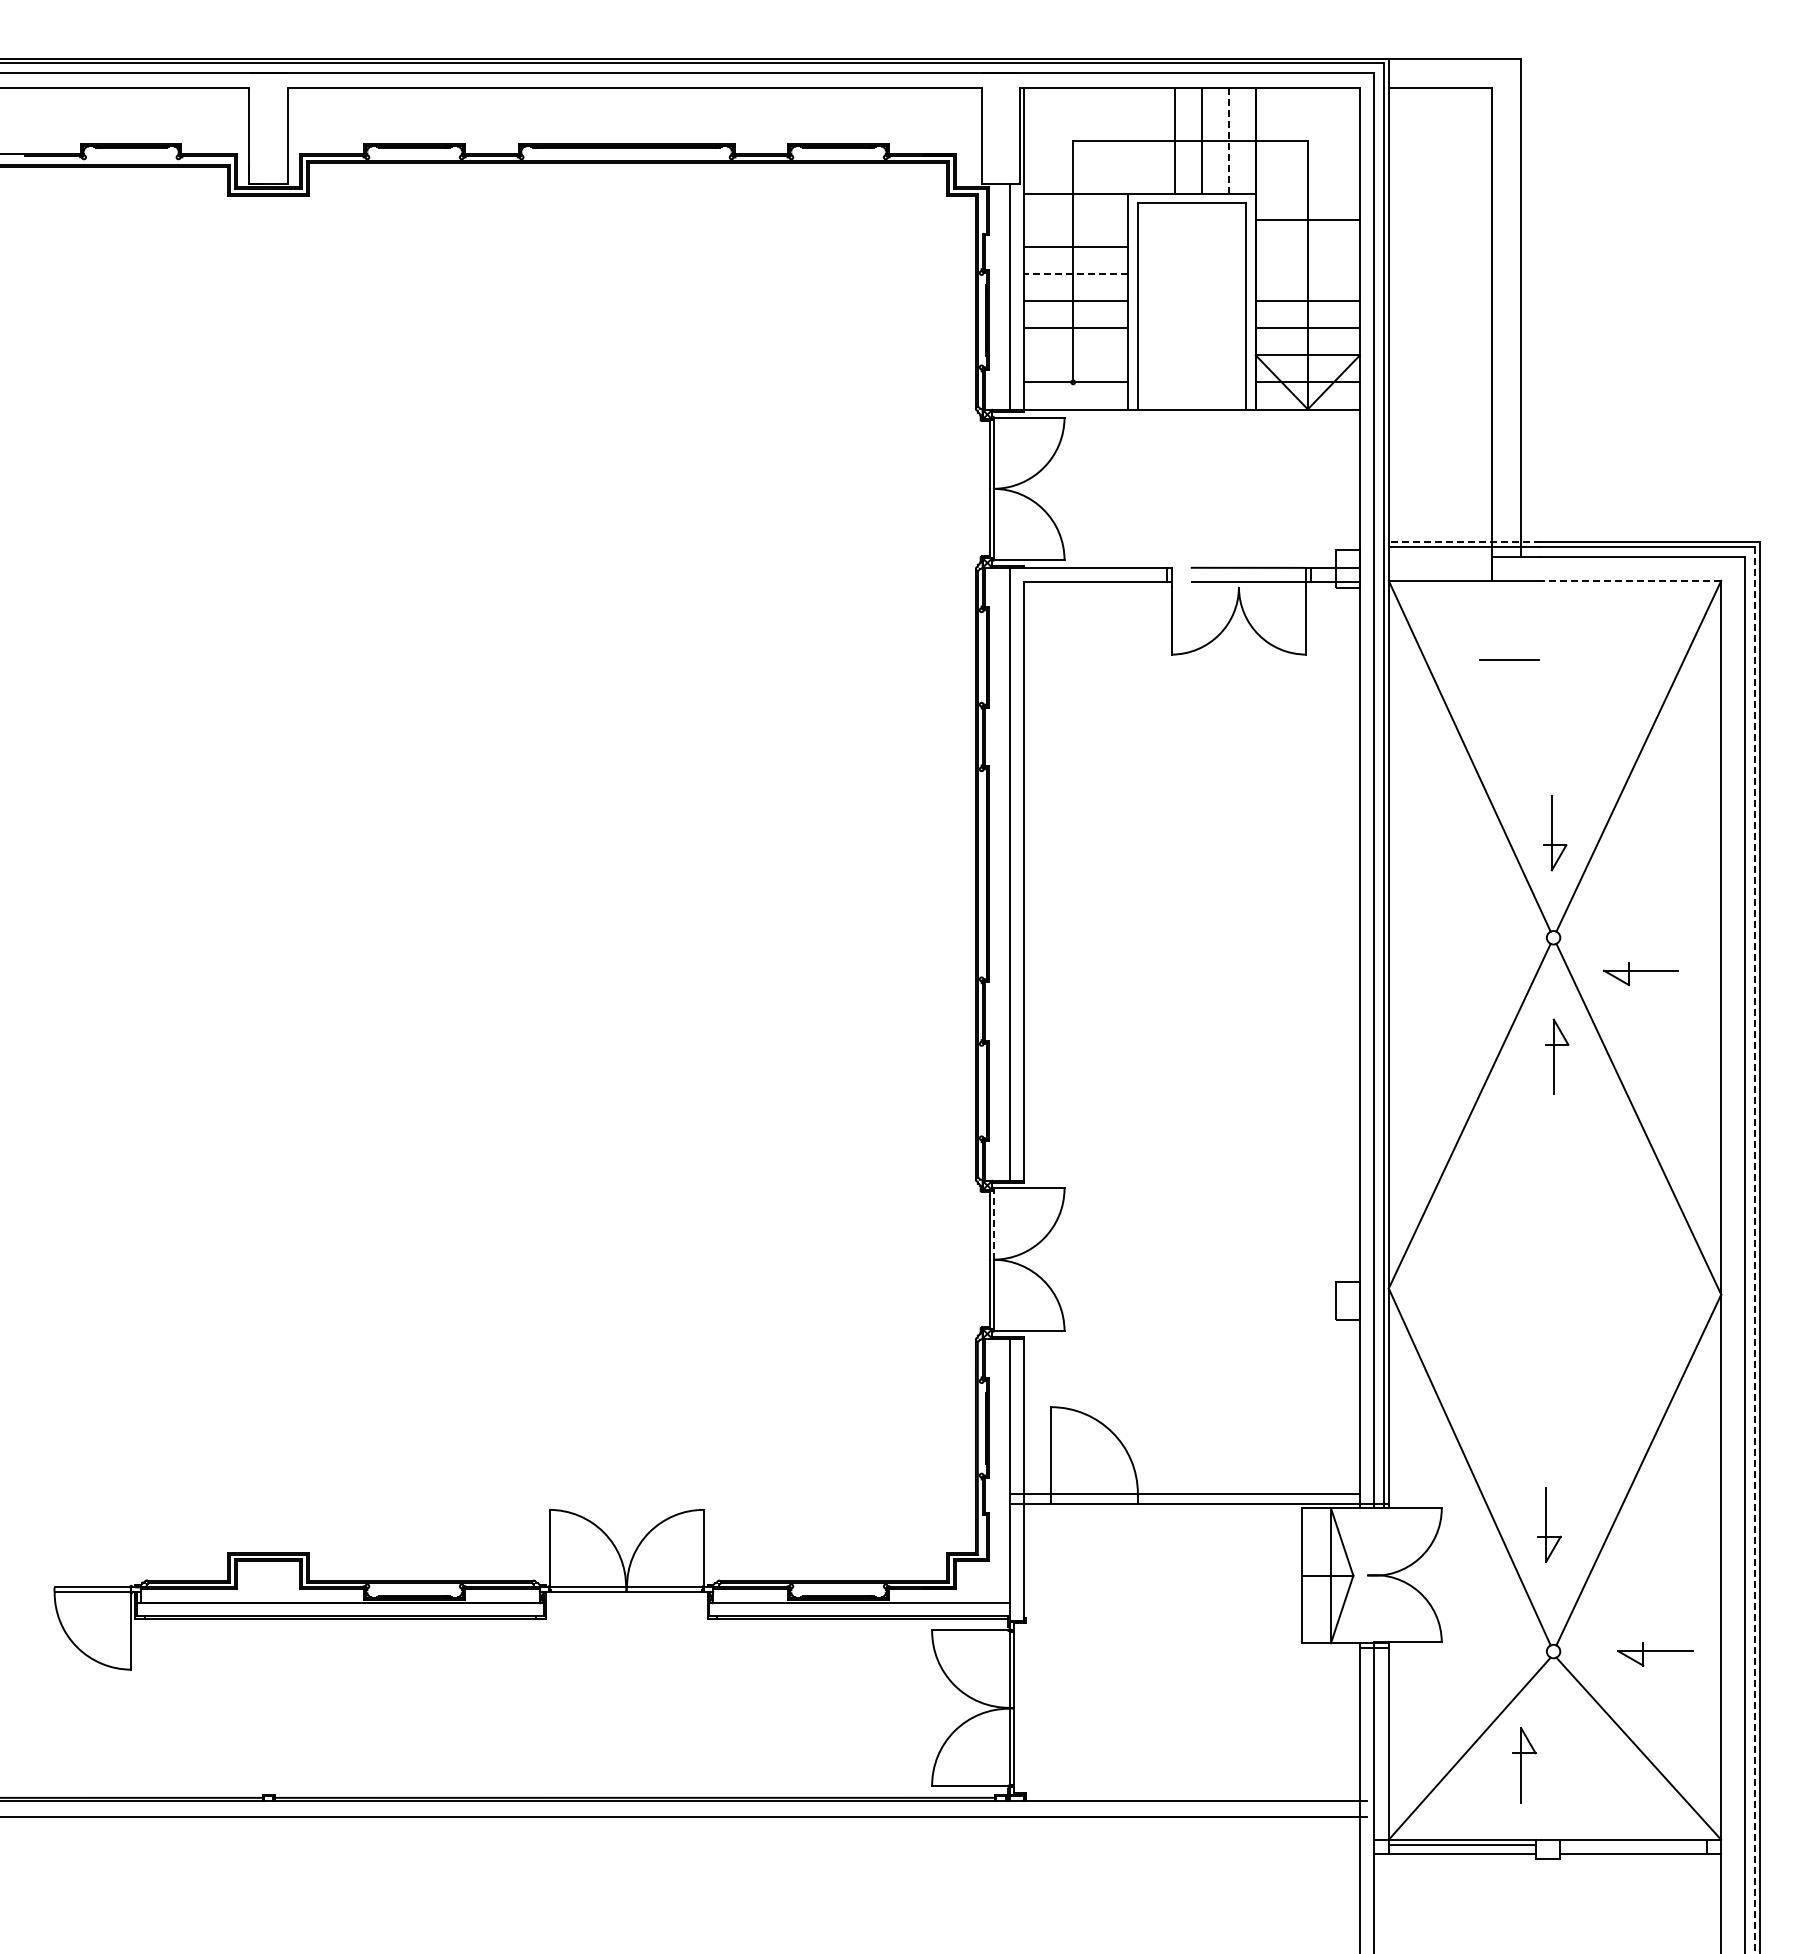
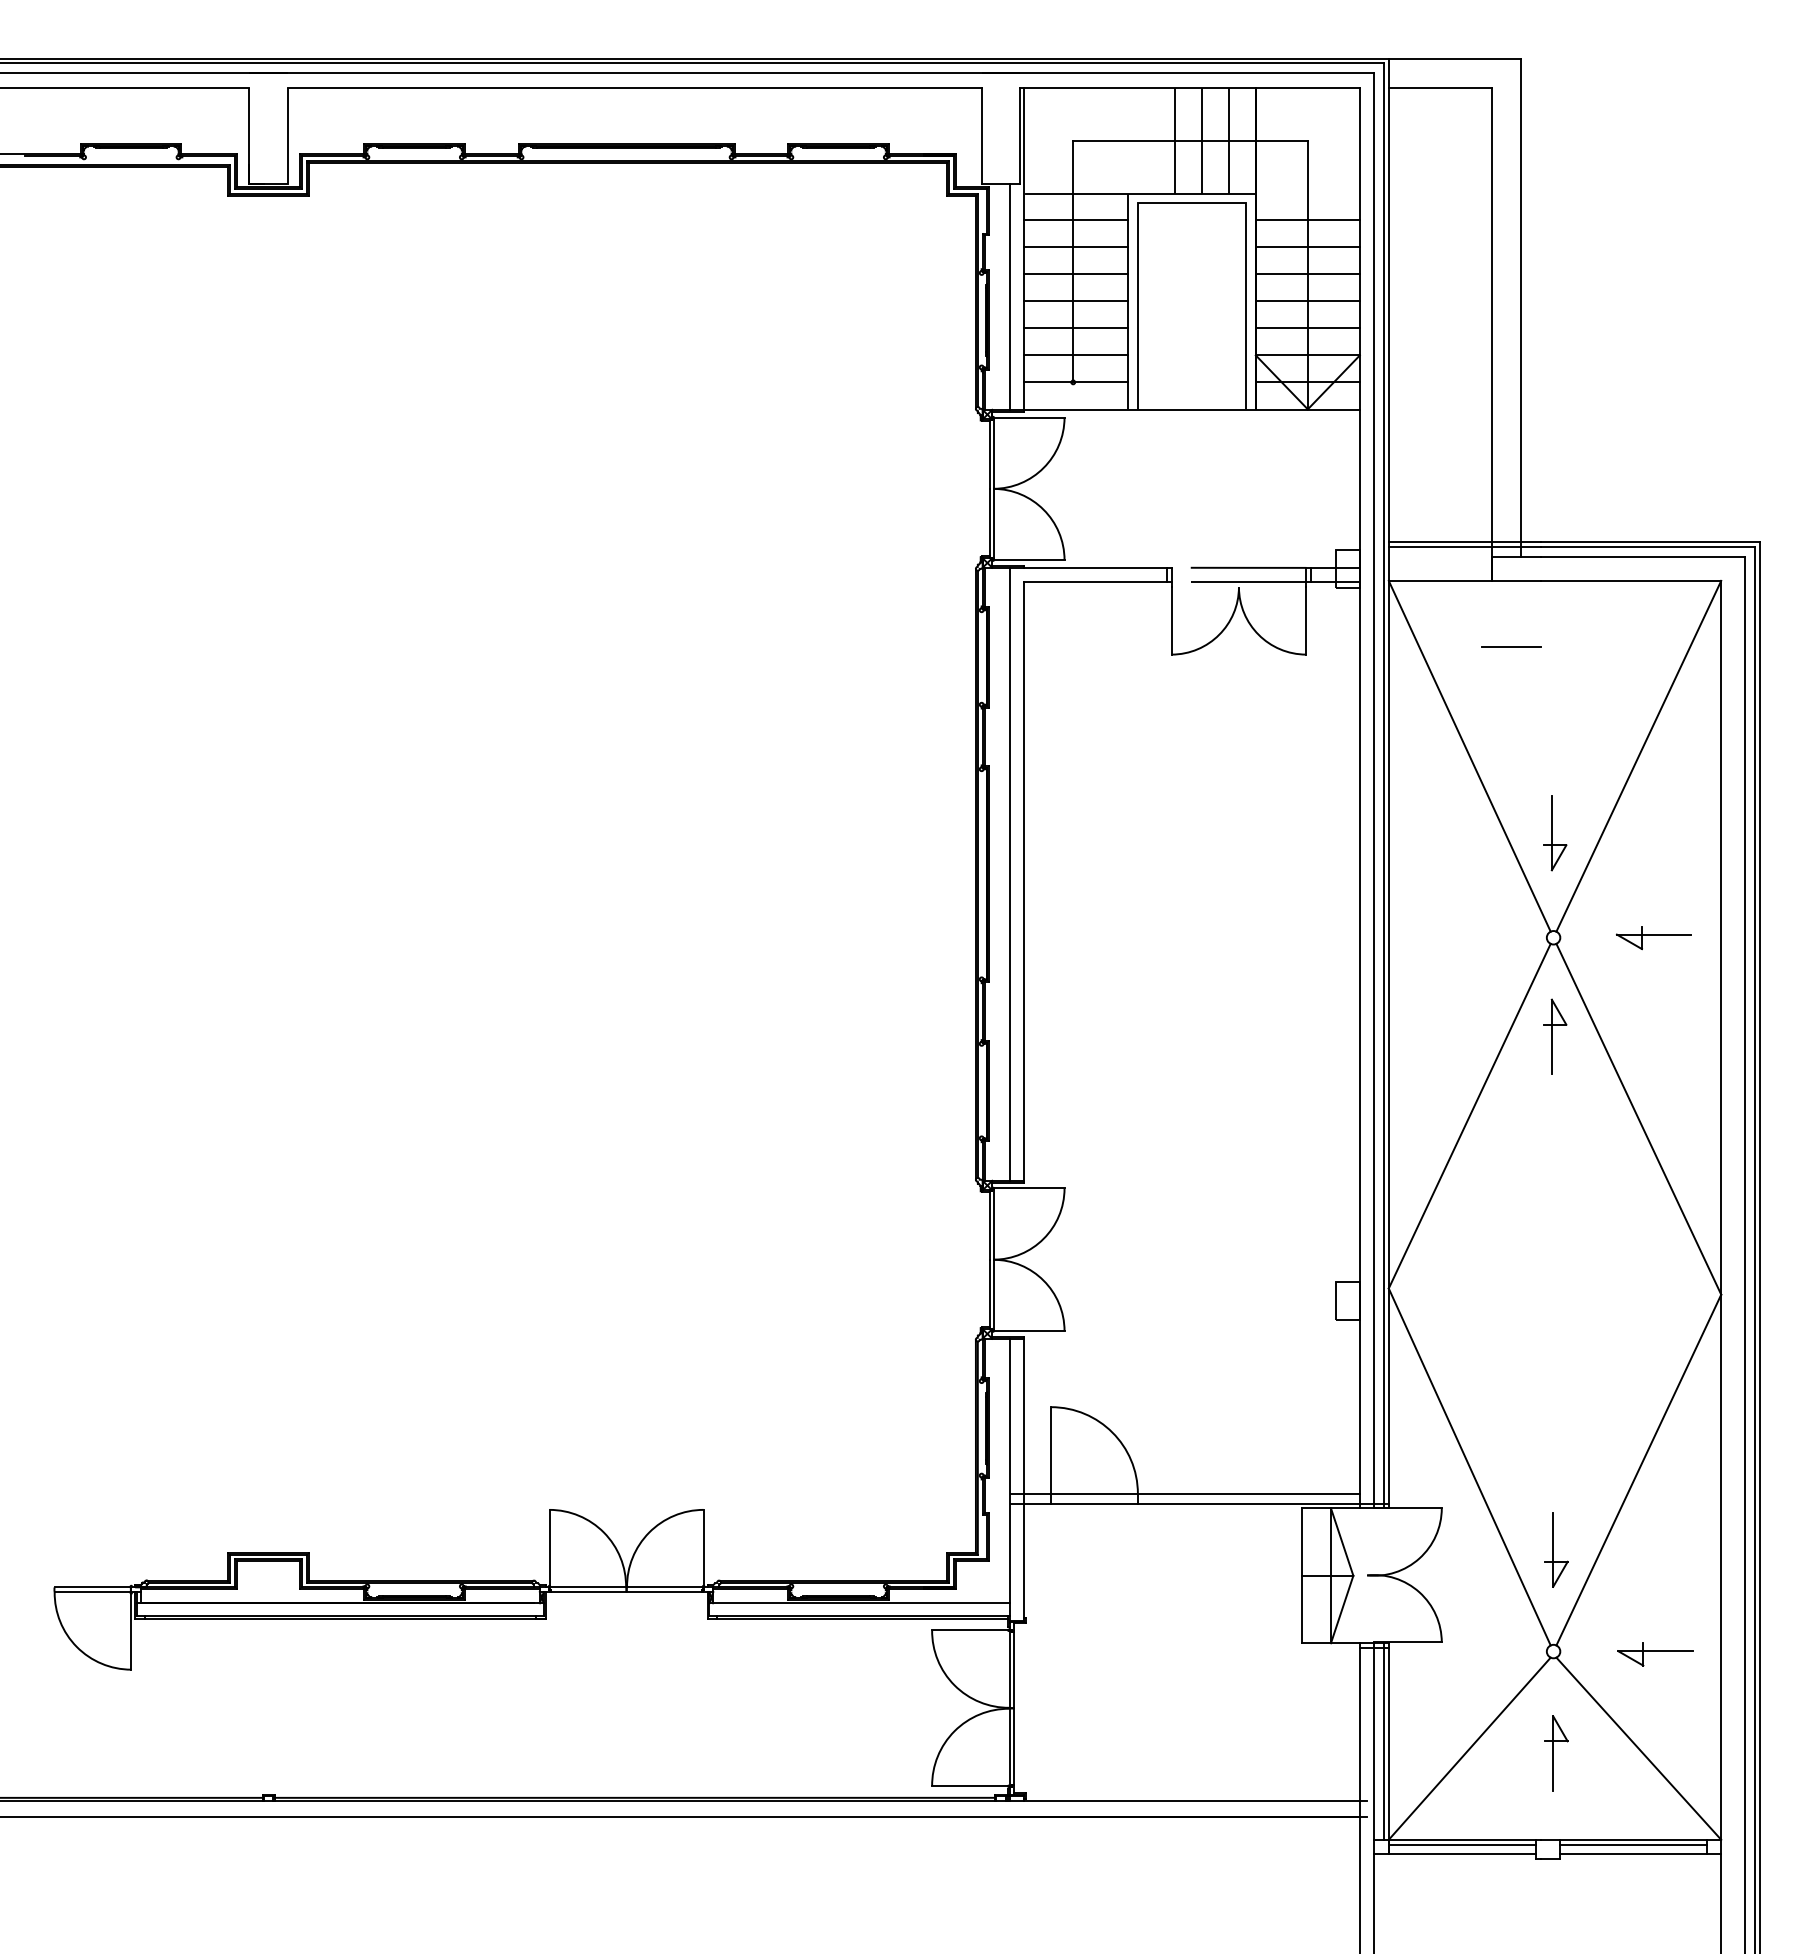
line at (1228, 140): dashed -> solid
line at (1076, 220): none -> present
line at (1307, 247): none -> present
line at (1075, 274): dashed -> solid
line at (1307, 274): none -> present
line at (1076, 355): none -> present
line at (1464, 542): dashed -> solid
line at (1631, 580): dashed -> solid
line at (1509, 659) position: (1509, 659) -> (1511, 646)
part at (1640, 974) position: (1640, 974) -> (1653, 938)
part at (1557, 1056) position: (1557, 1056) -> (1555, 1036)
line at (994, 1224): dashed -> solid
line at (1754, 1251): dashed -> solid
part at (1549, 1524) position: (1549, 1524) -> (1556, 1549)
line at (1383, 1741): none -> present
part at (1524, 1765) position: (1524, 1765) -> (1556, 1753)
line at (1632, 1844): none -> present
